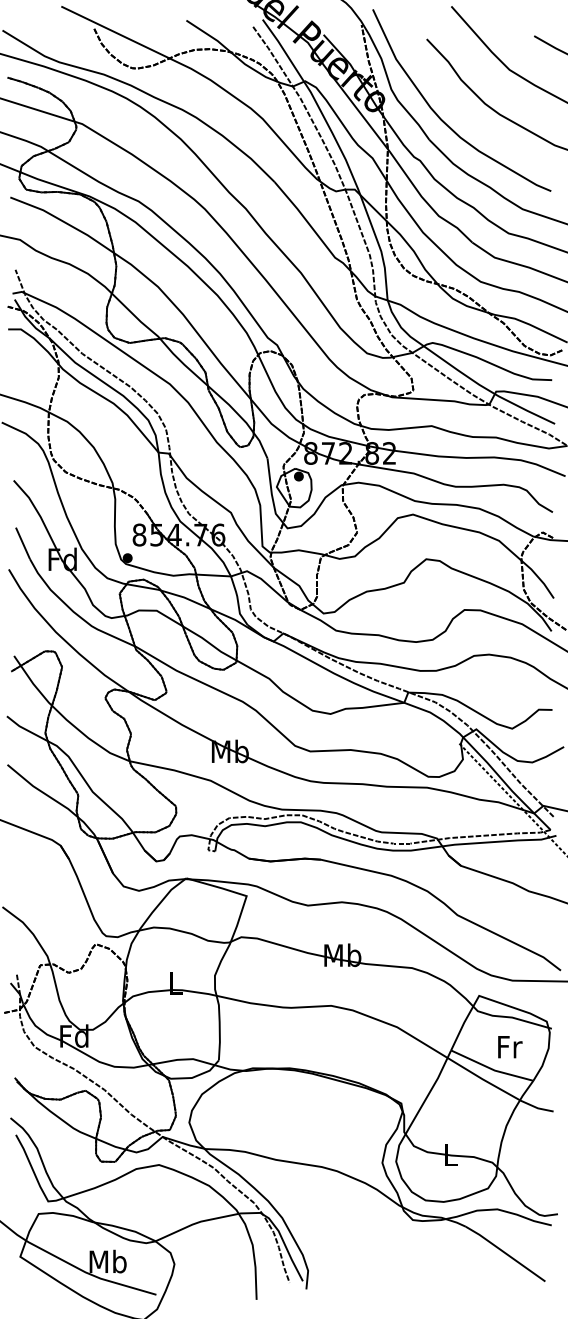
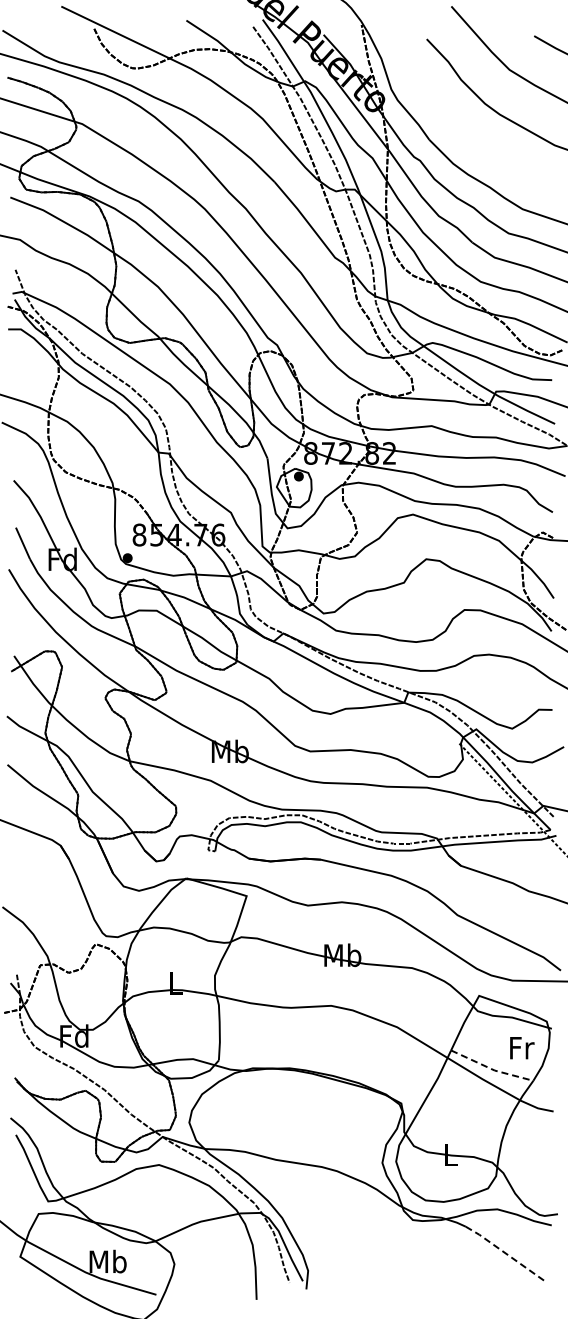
curve at (442, 119): present -> none
text at (510, 1047) position: (510, 1047) -> (522, 1048)
line at (491, 1068): solid -> dashed
line at (505, 1253): solid -> dashed
